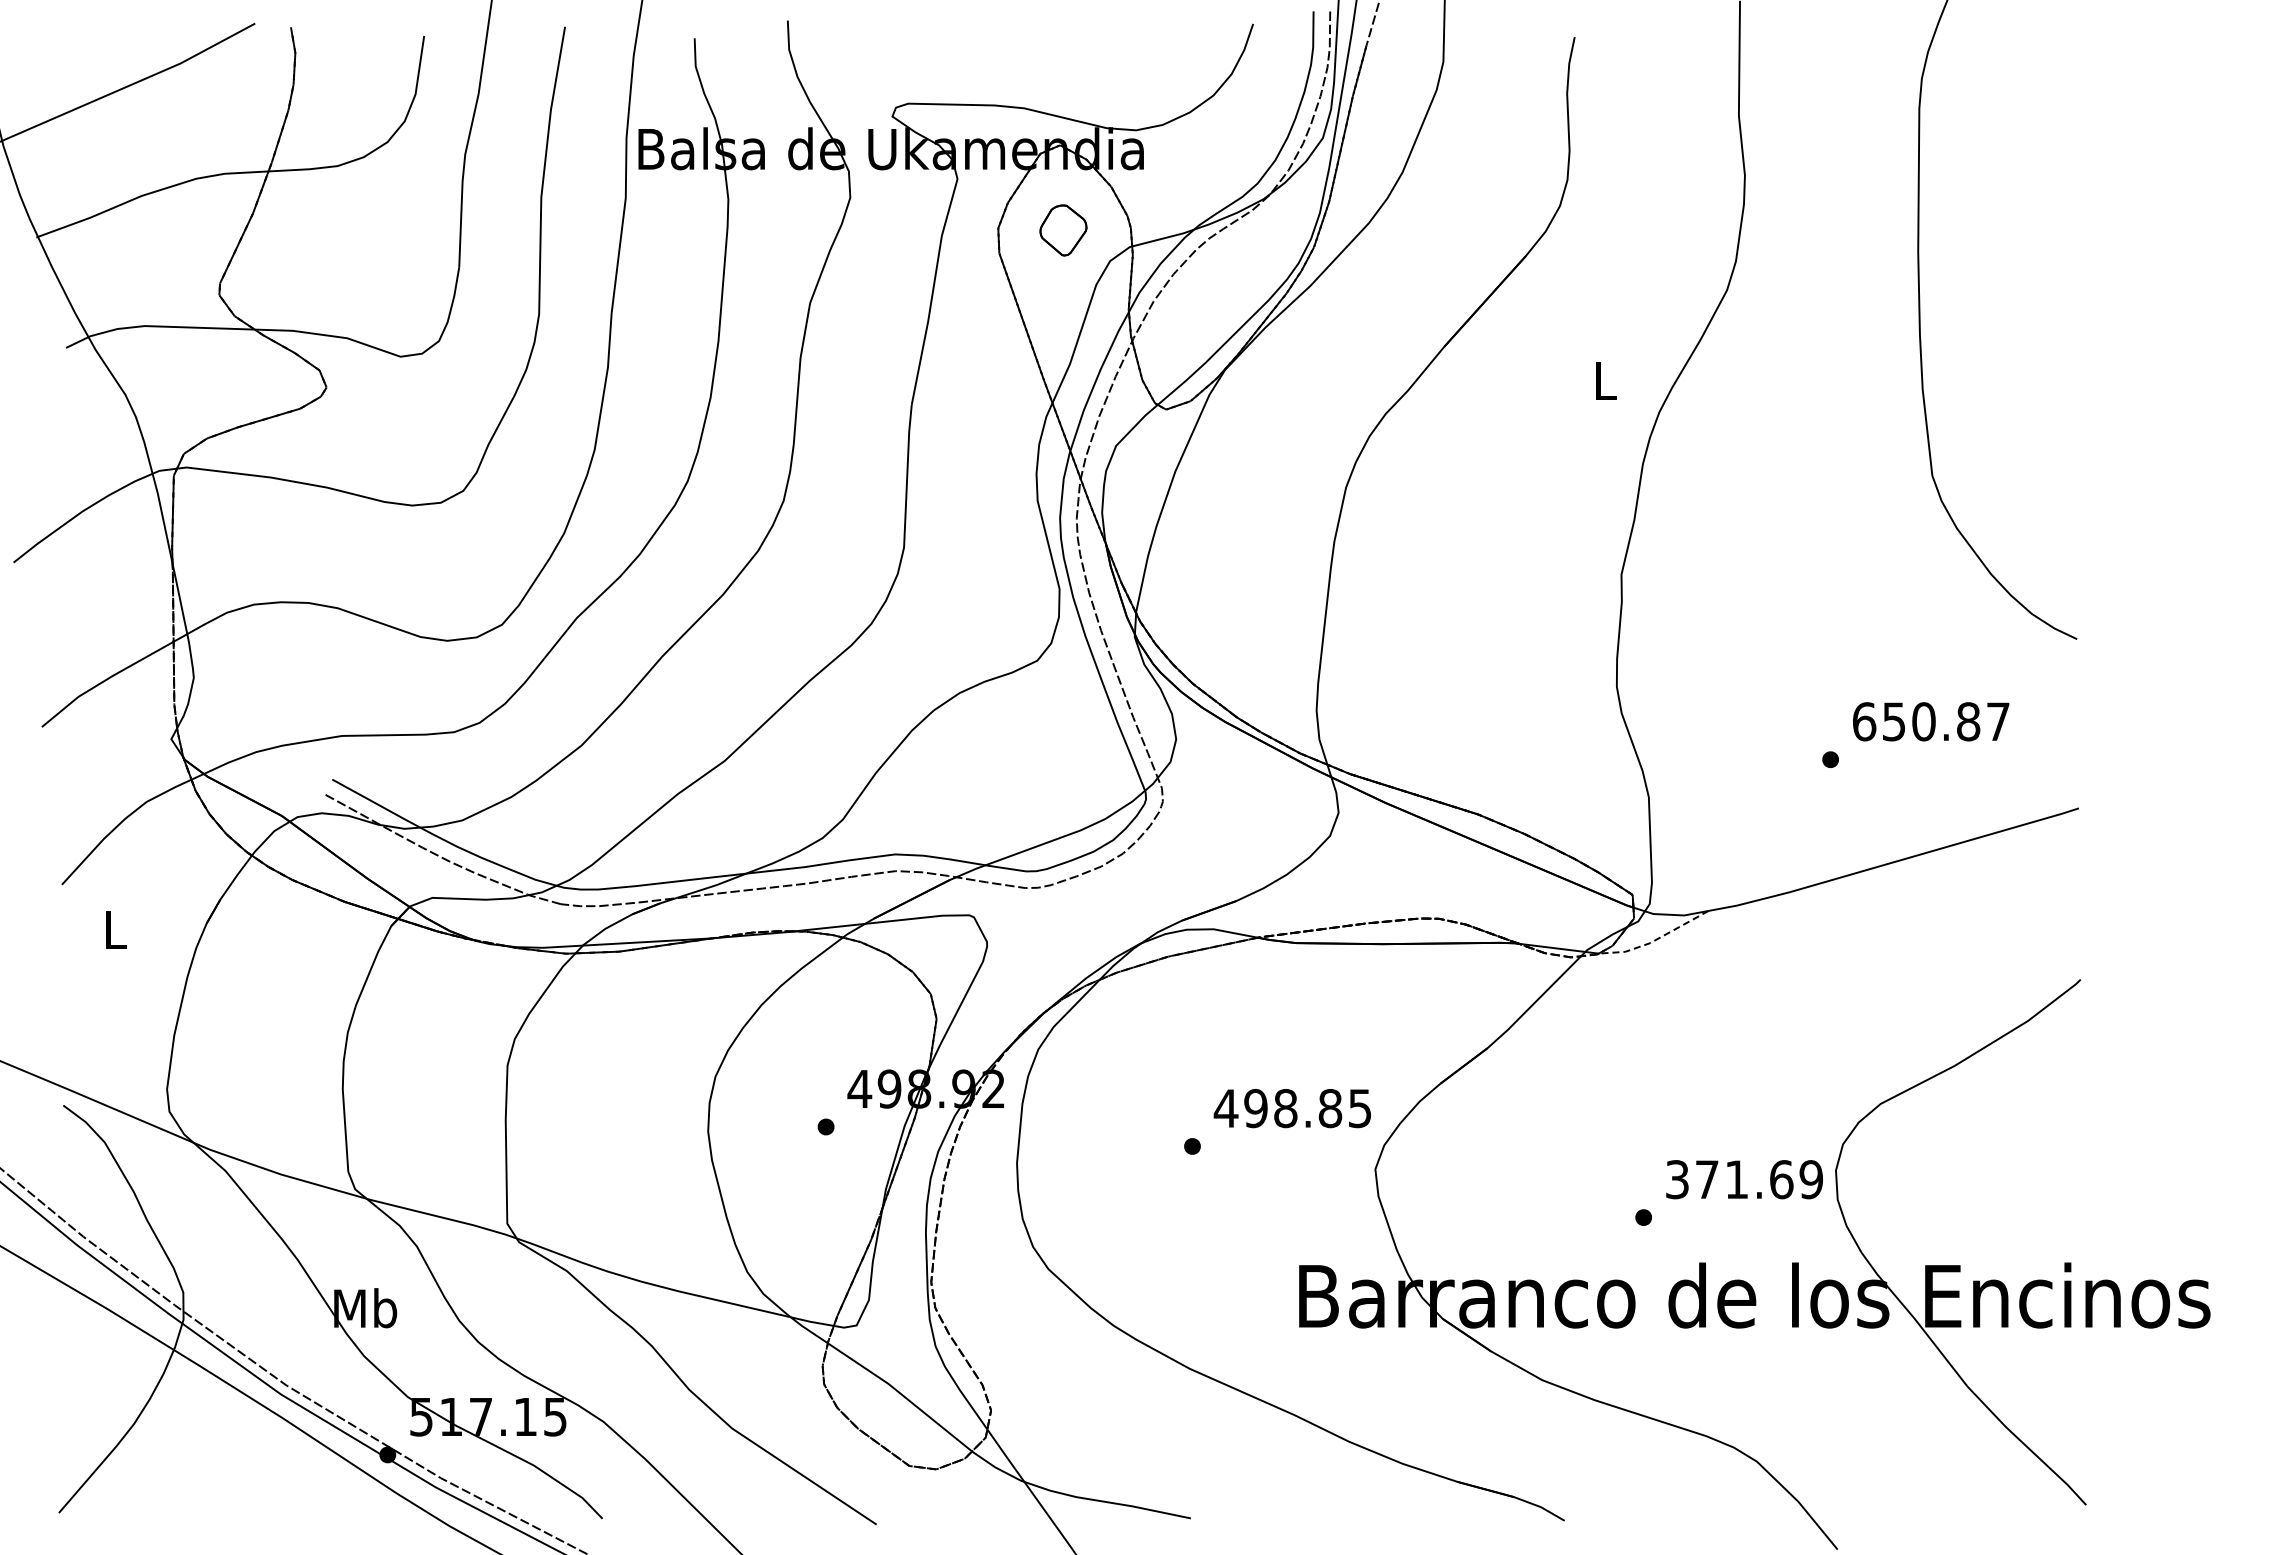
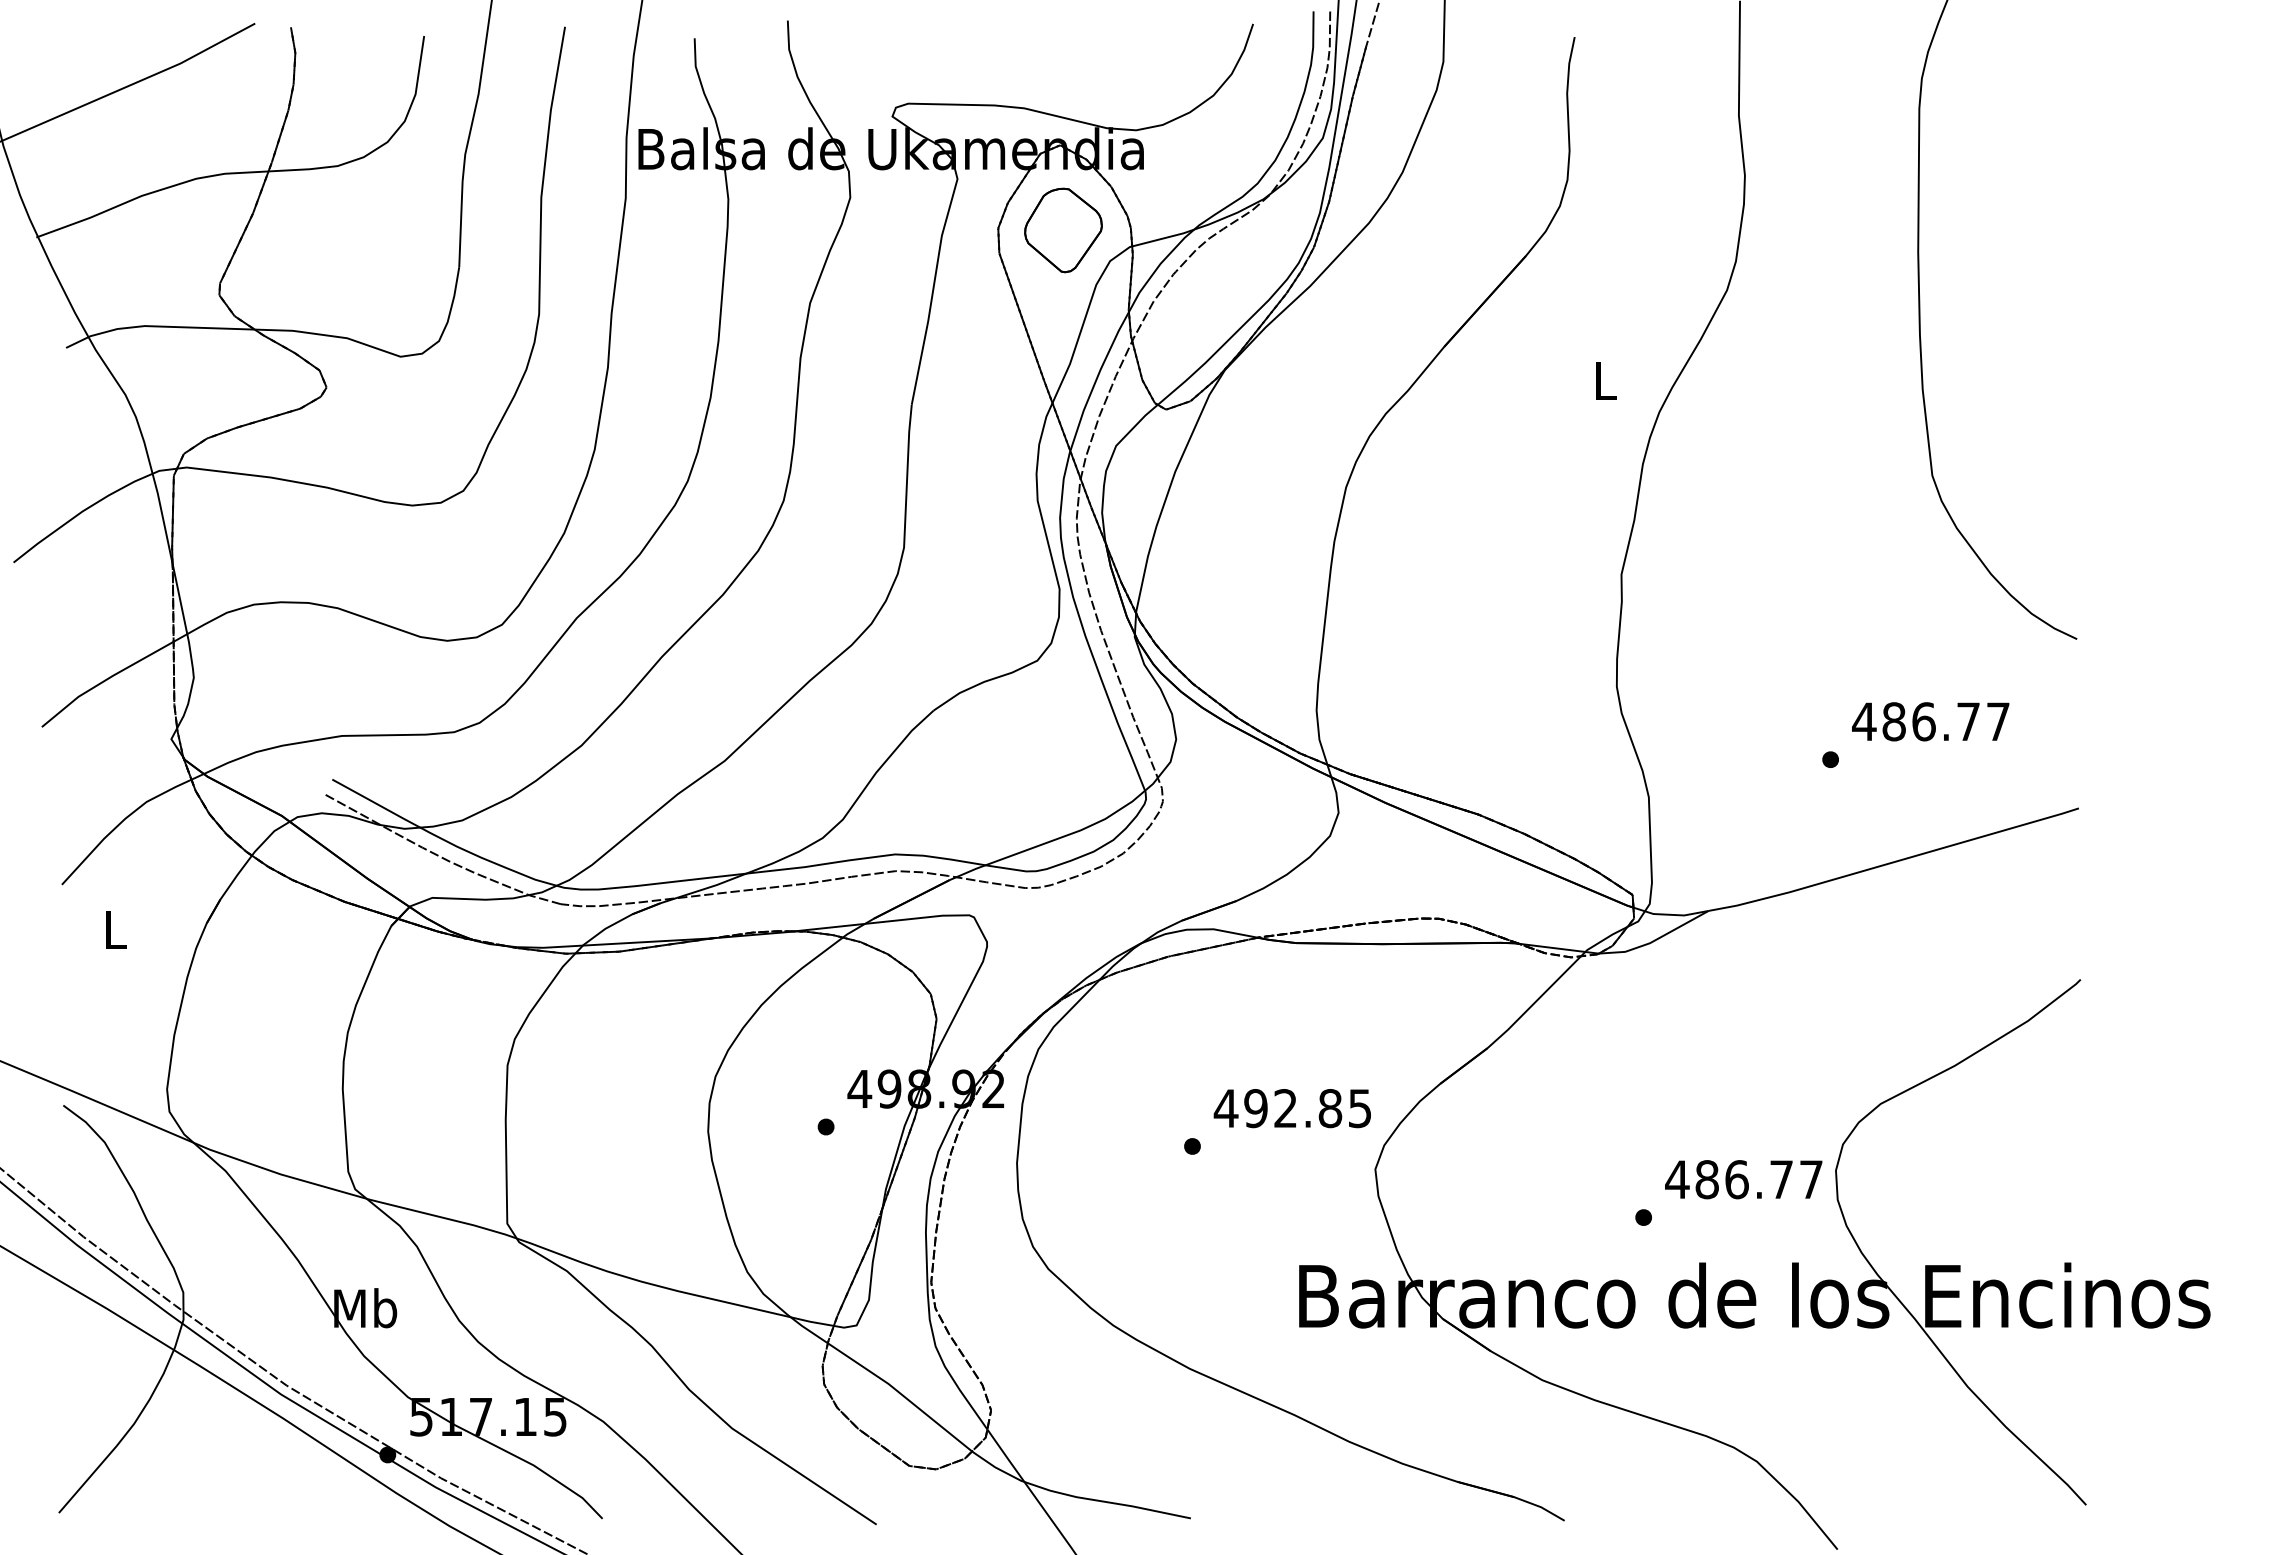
part at (1063, 230) size: 49x53 px -> 79x87 px
text at (1916, 721): 650.87 -> 486.77
line at (1654, 940): dashed -> solid
text at (1285, 1108): 498.85 -> 492.85
text at (1743, 1179): 371.69 -> 486.77
